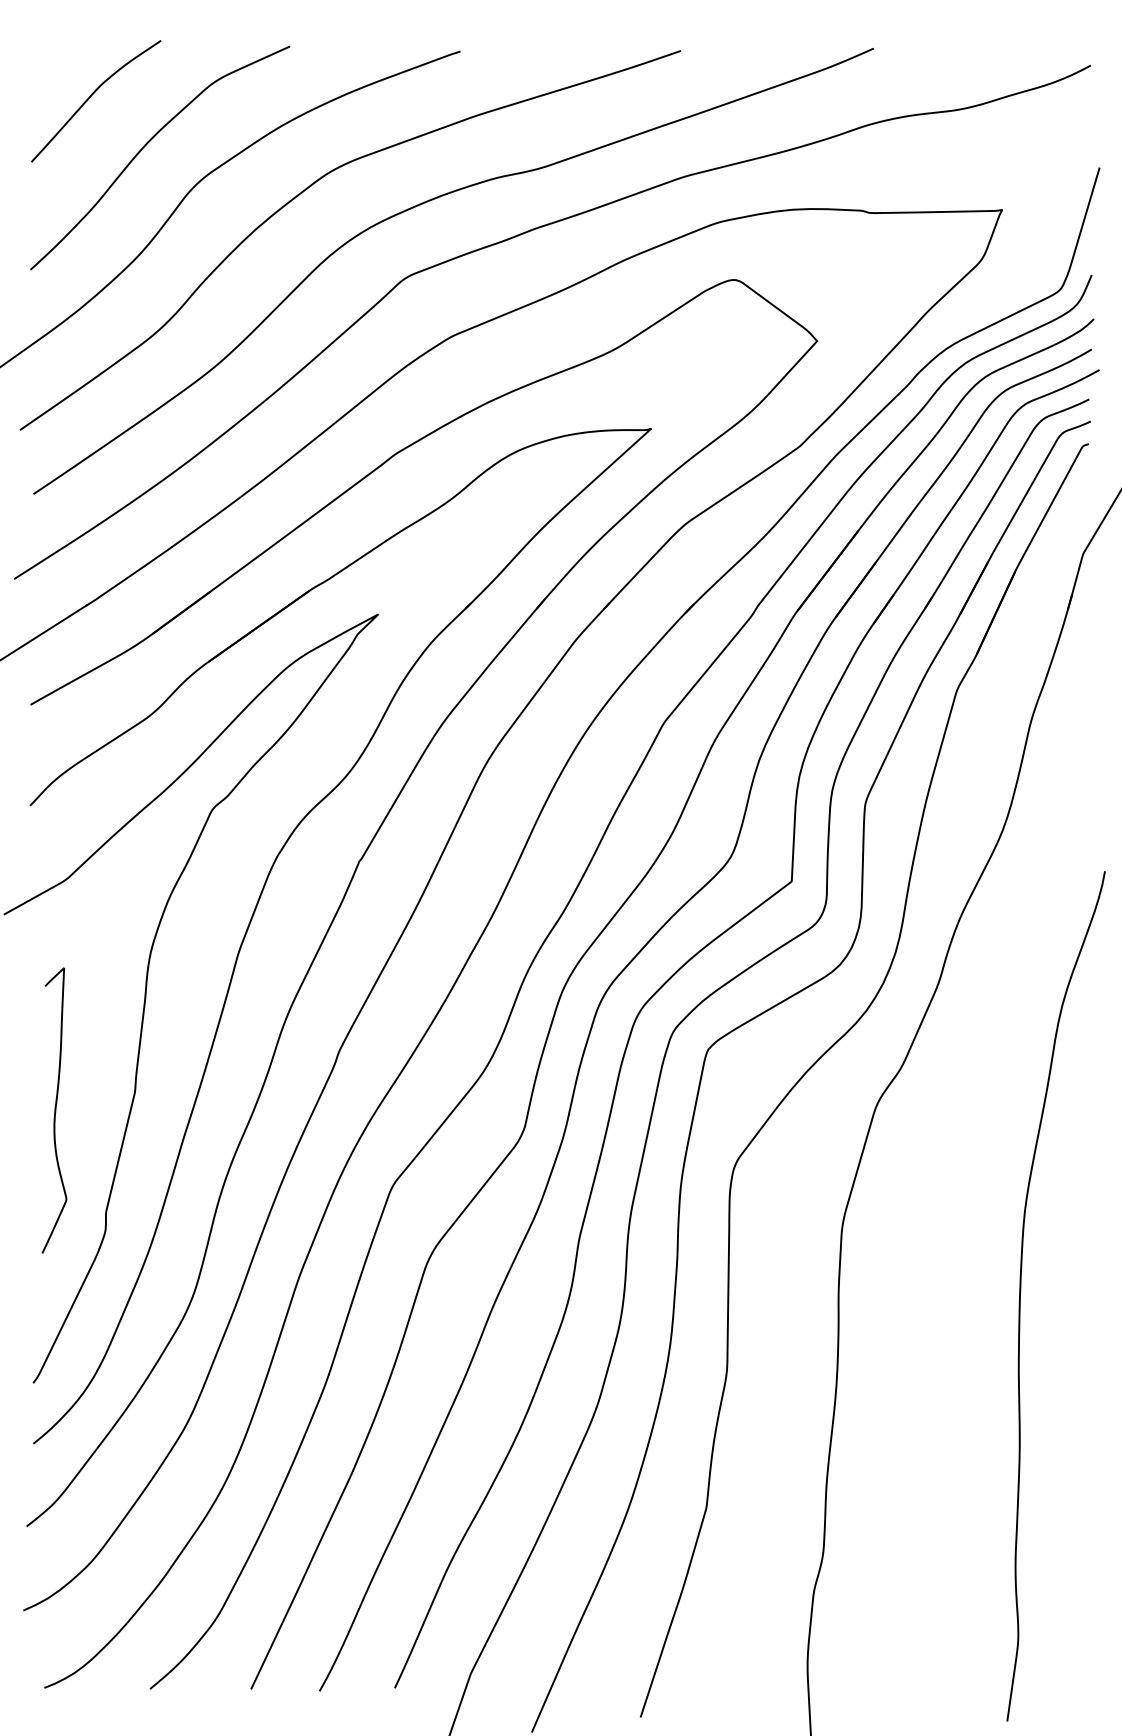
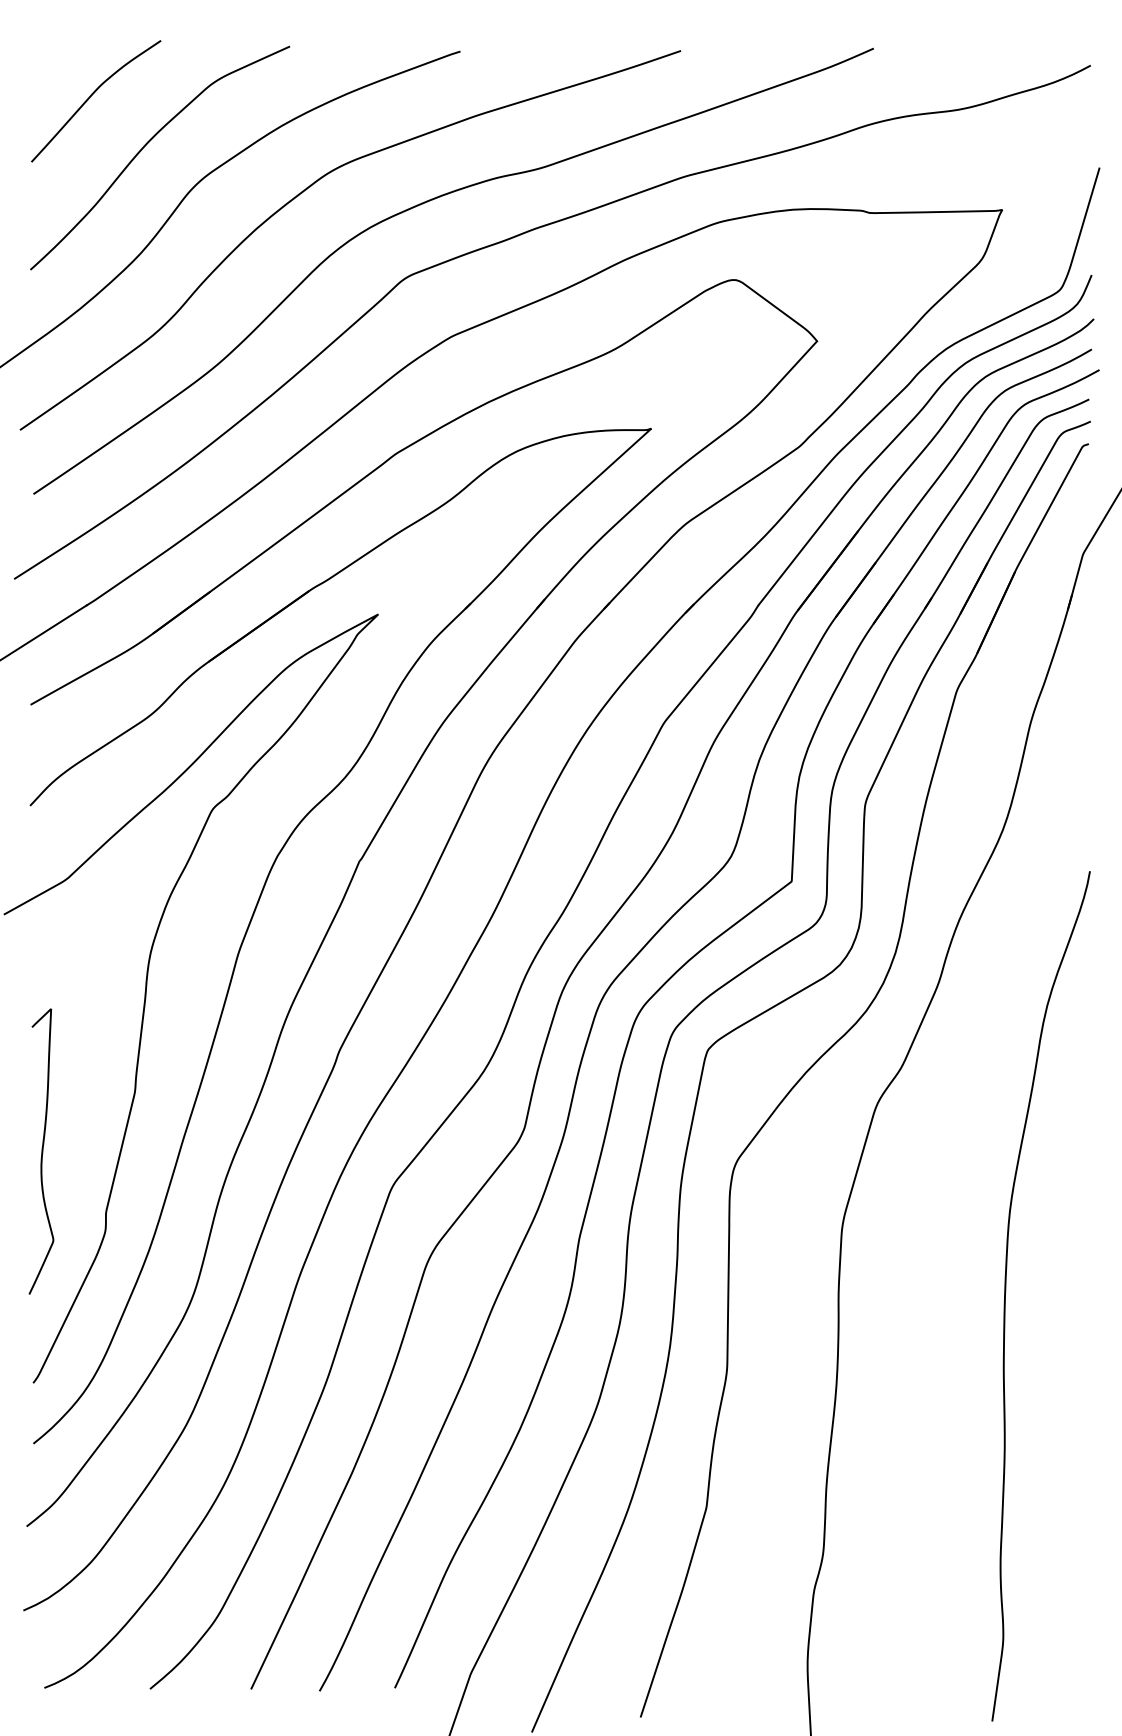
curve at (54, 1110) position: (54, 1110) -> (41, 1151)
curve at (1021, 1291) position: (1021, 1291) -> (1006, 1291)
